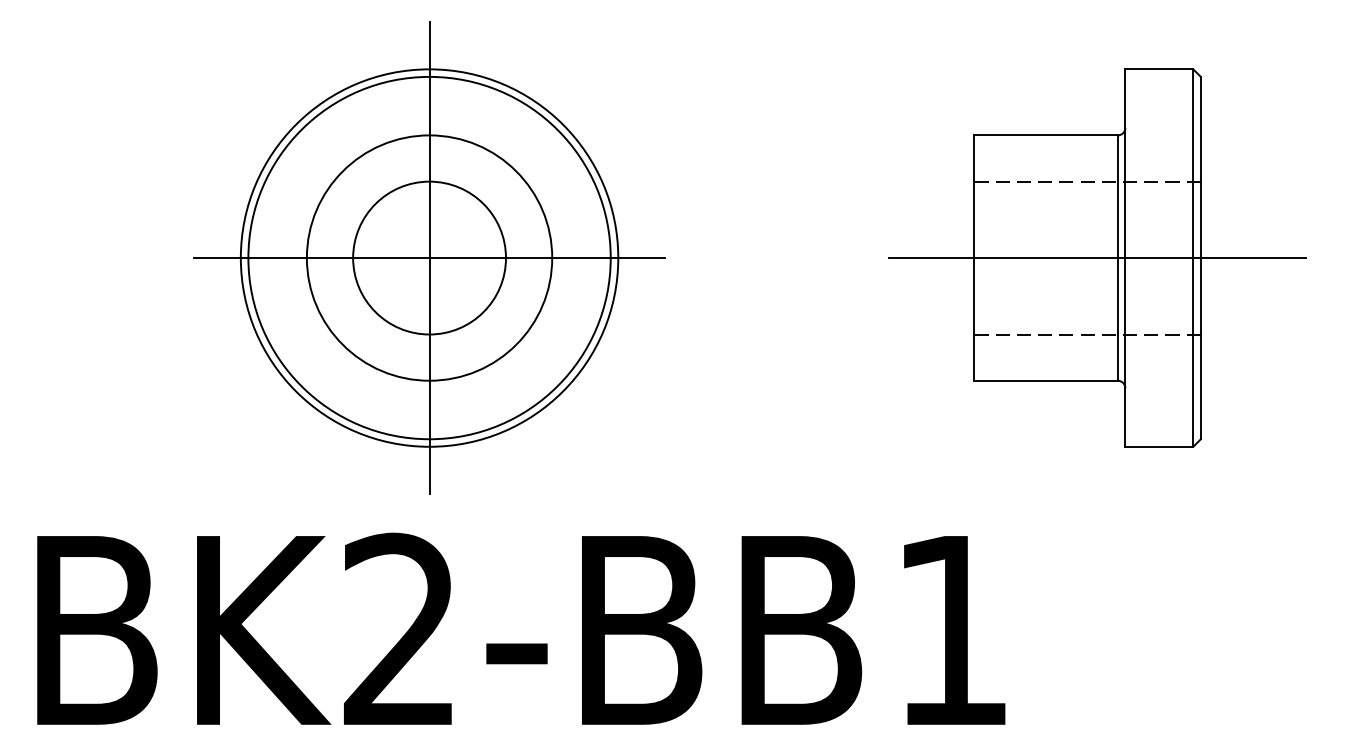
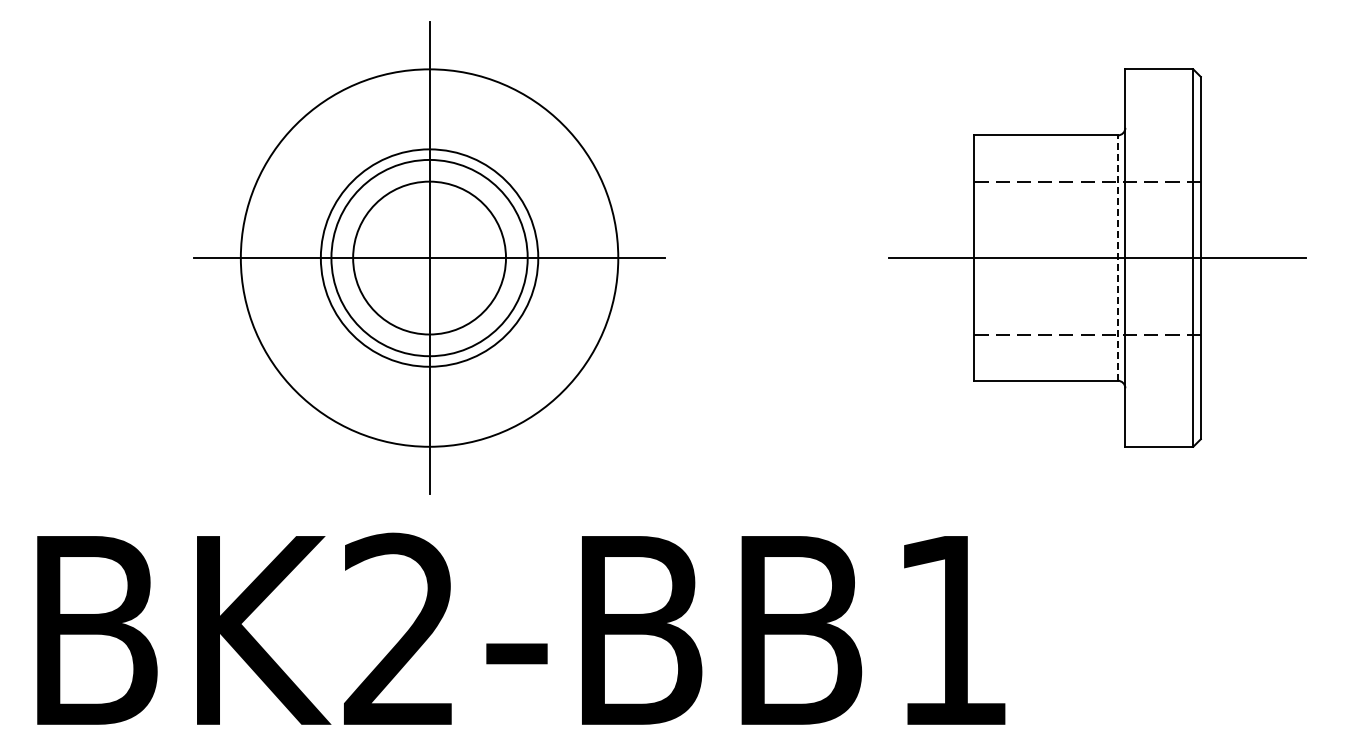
circle at (429, 257) diameter: 245 px -> 196 px
circle at (429, 257) diameter: 362 px -> 217 px
line at (1117, 258): solid -> dashed
